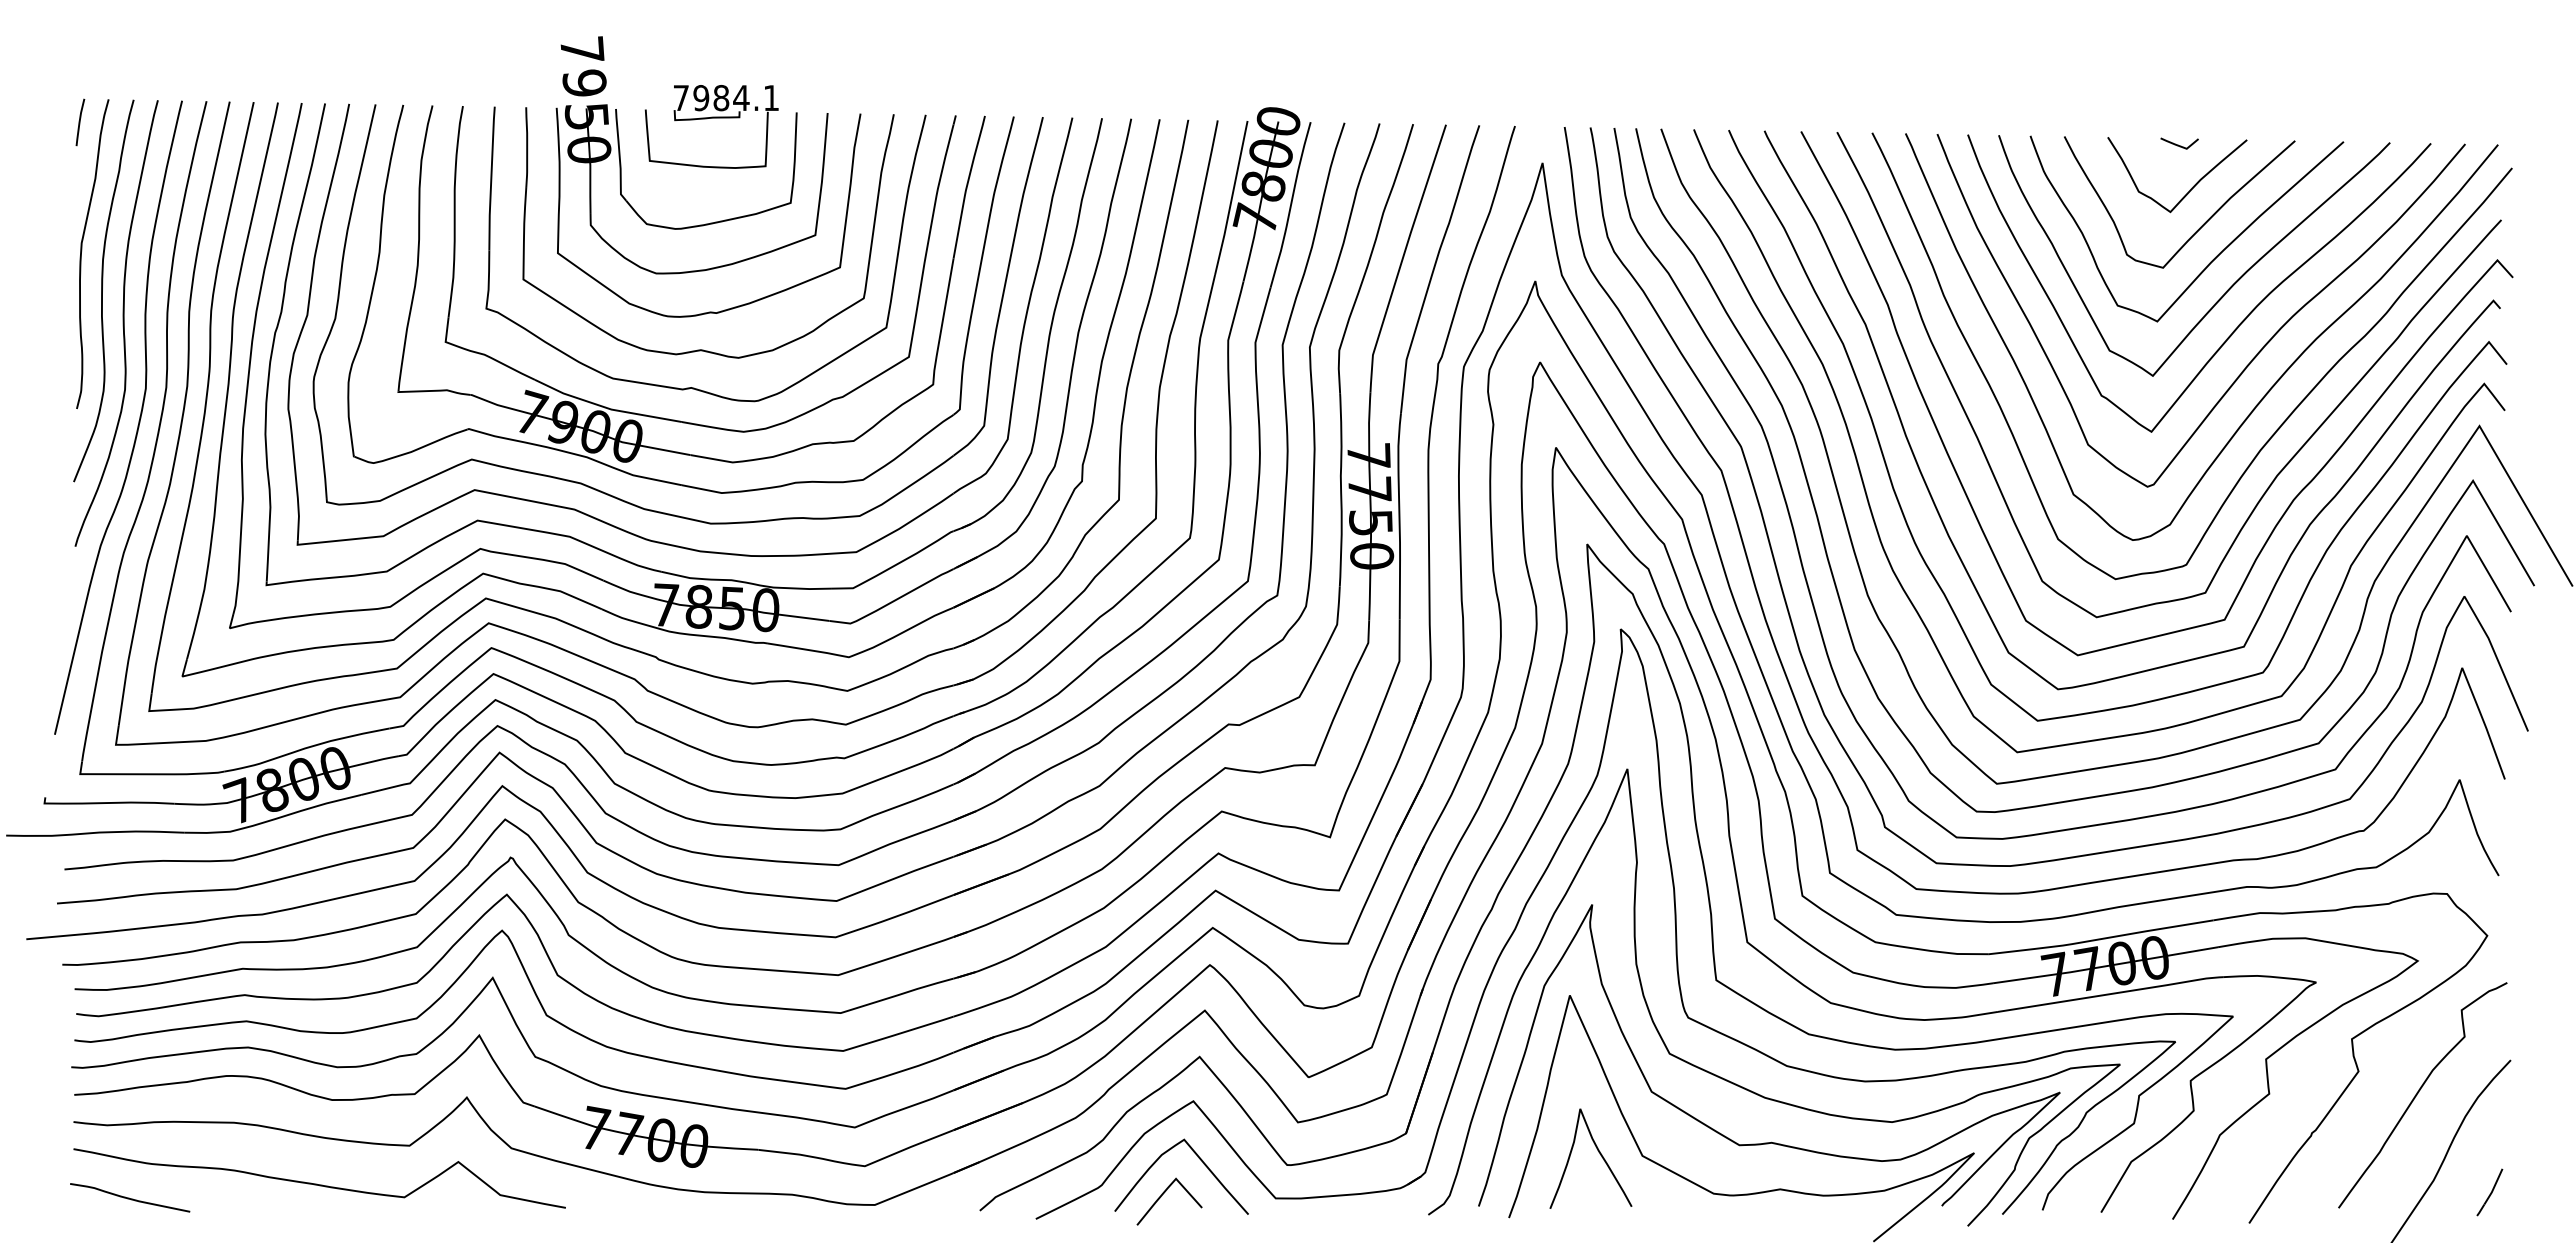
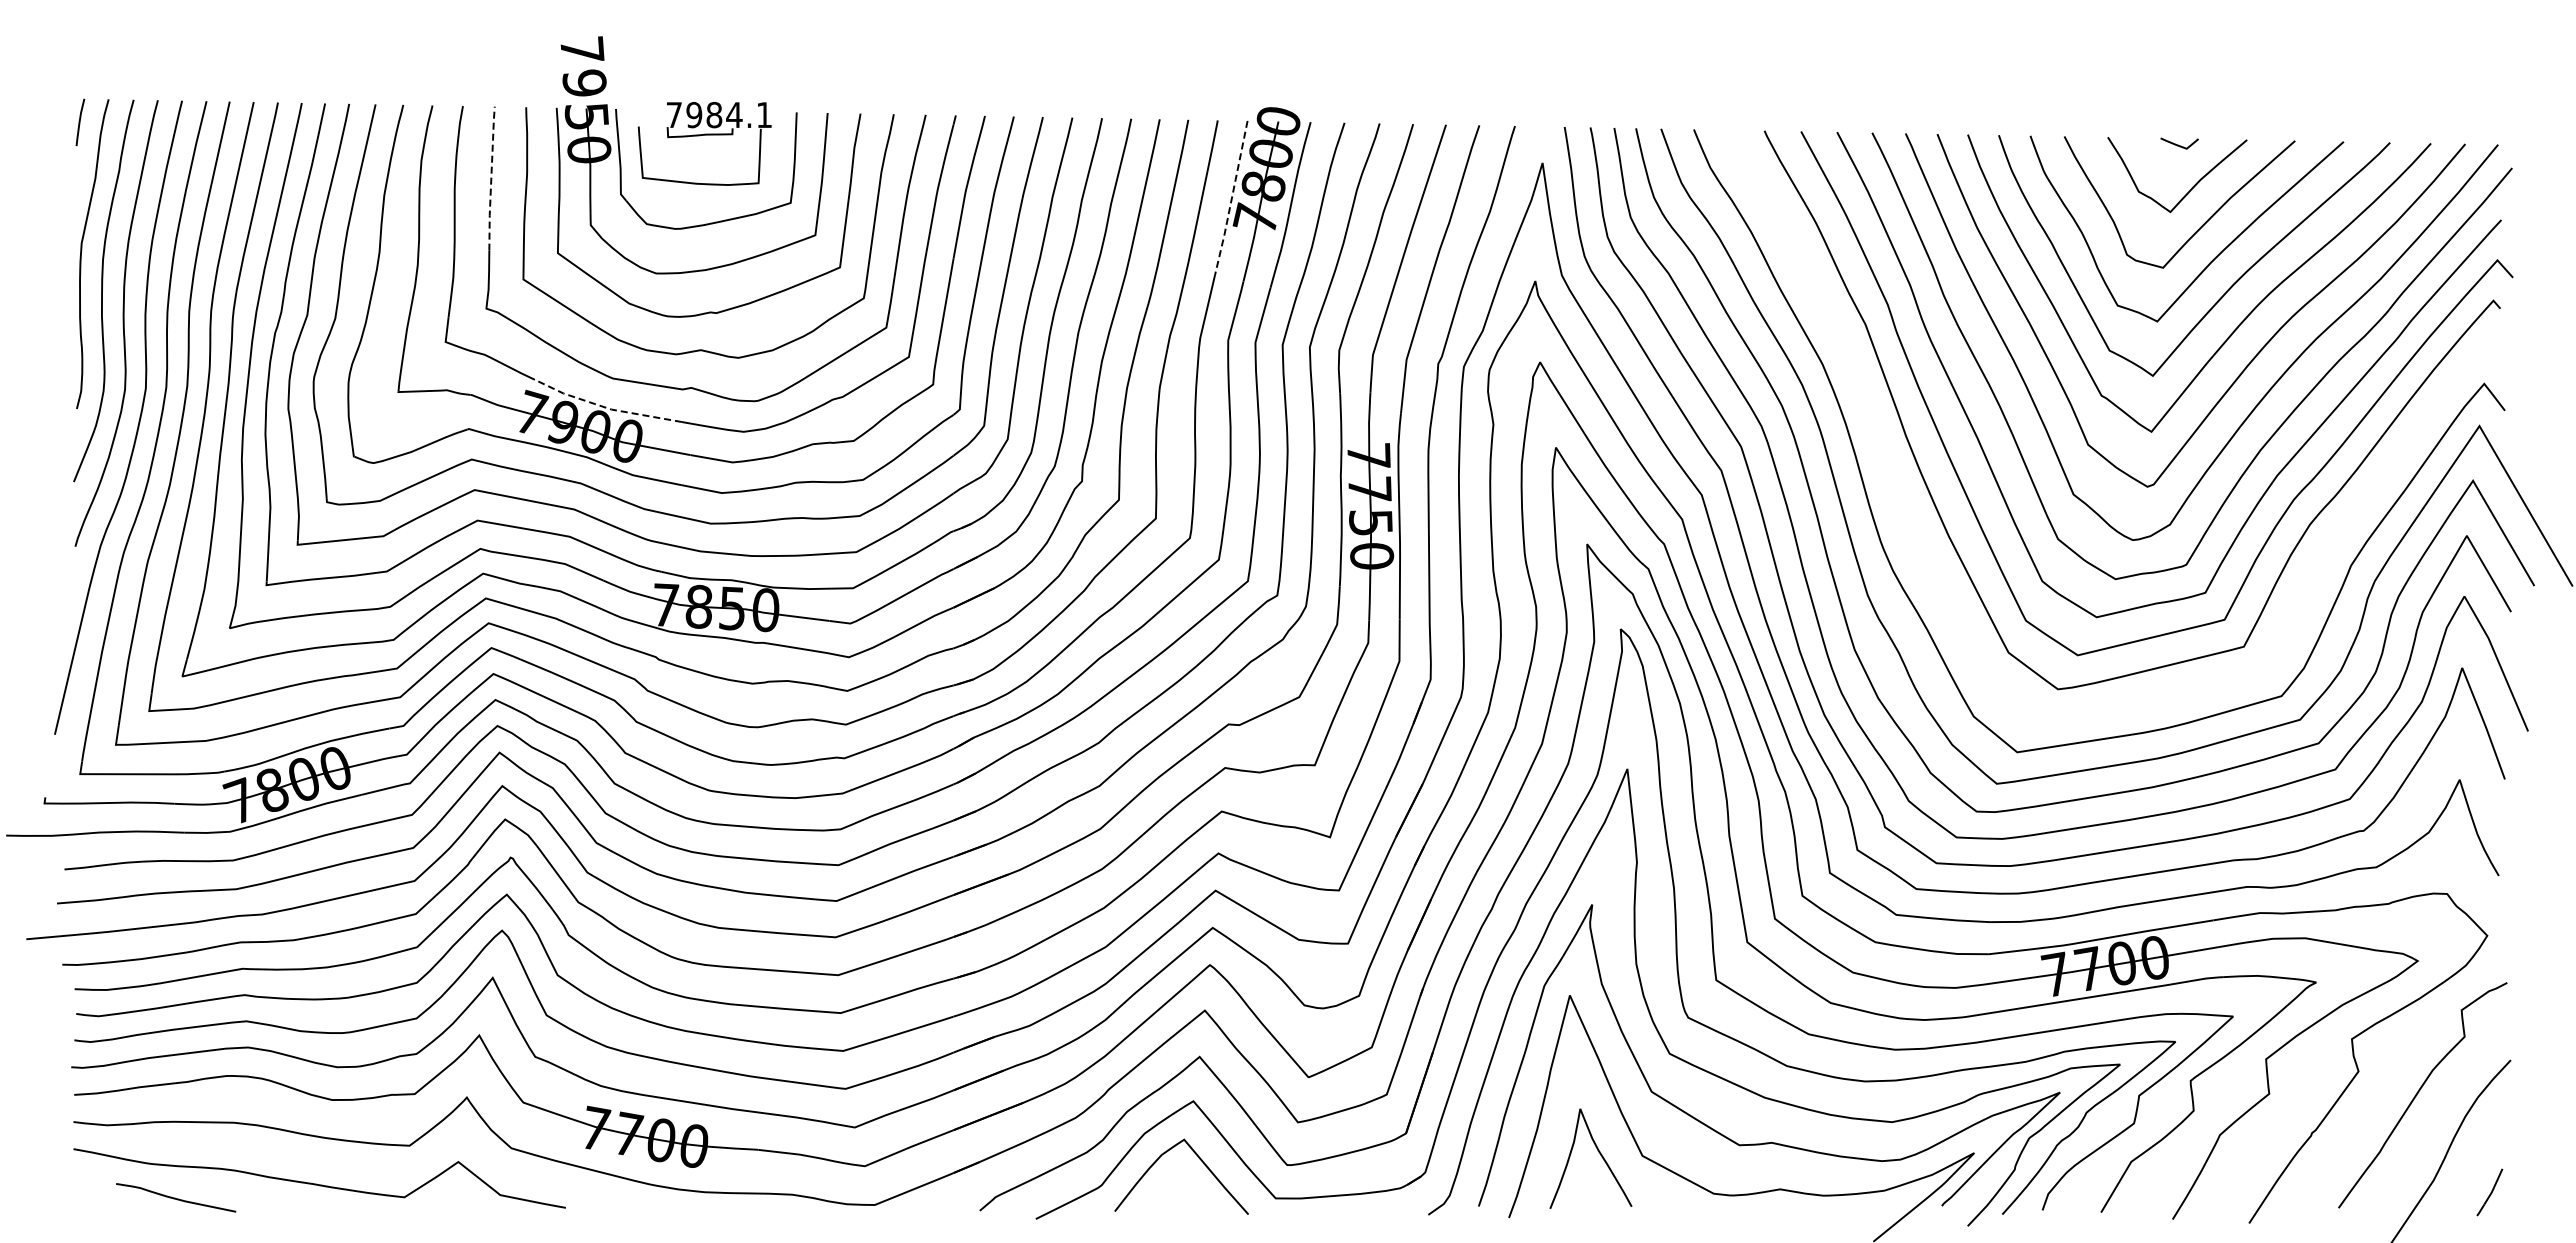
part at (711, 118) position: (711, 118) -> (704, 135)
line at (491, 178): solid -> dashed
line at (1231, 198): solid -> dashed
line at (605, 407): solid -> dashed
curve at (1903, 511): present -> none
curve at (129, 1197) position: (129, 1197) -> (175, 1197)
curve at (1161, 1197): present -> none
